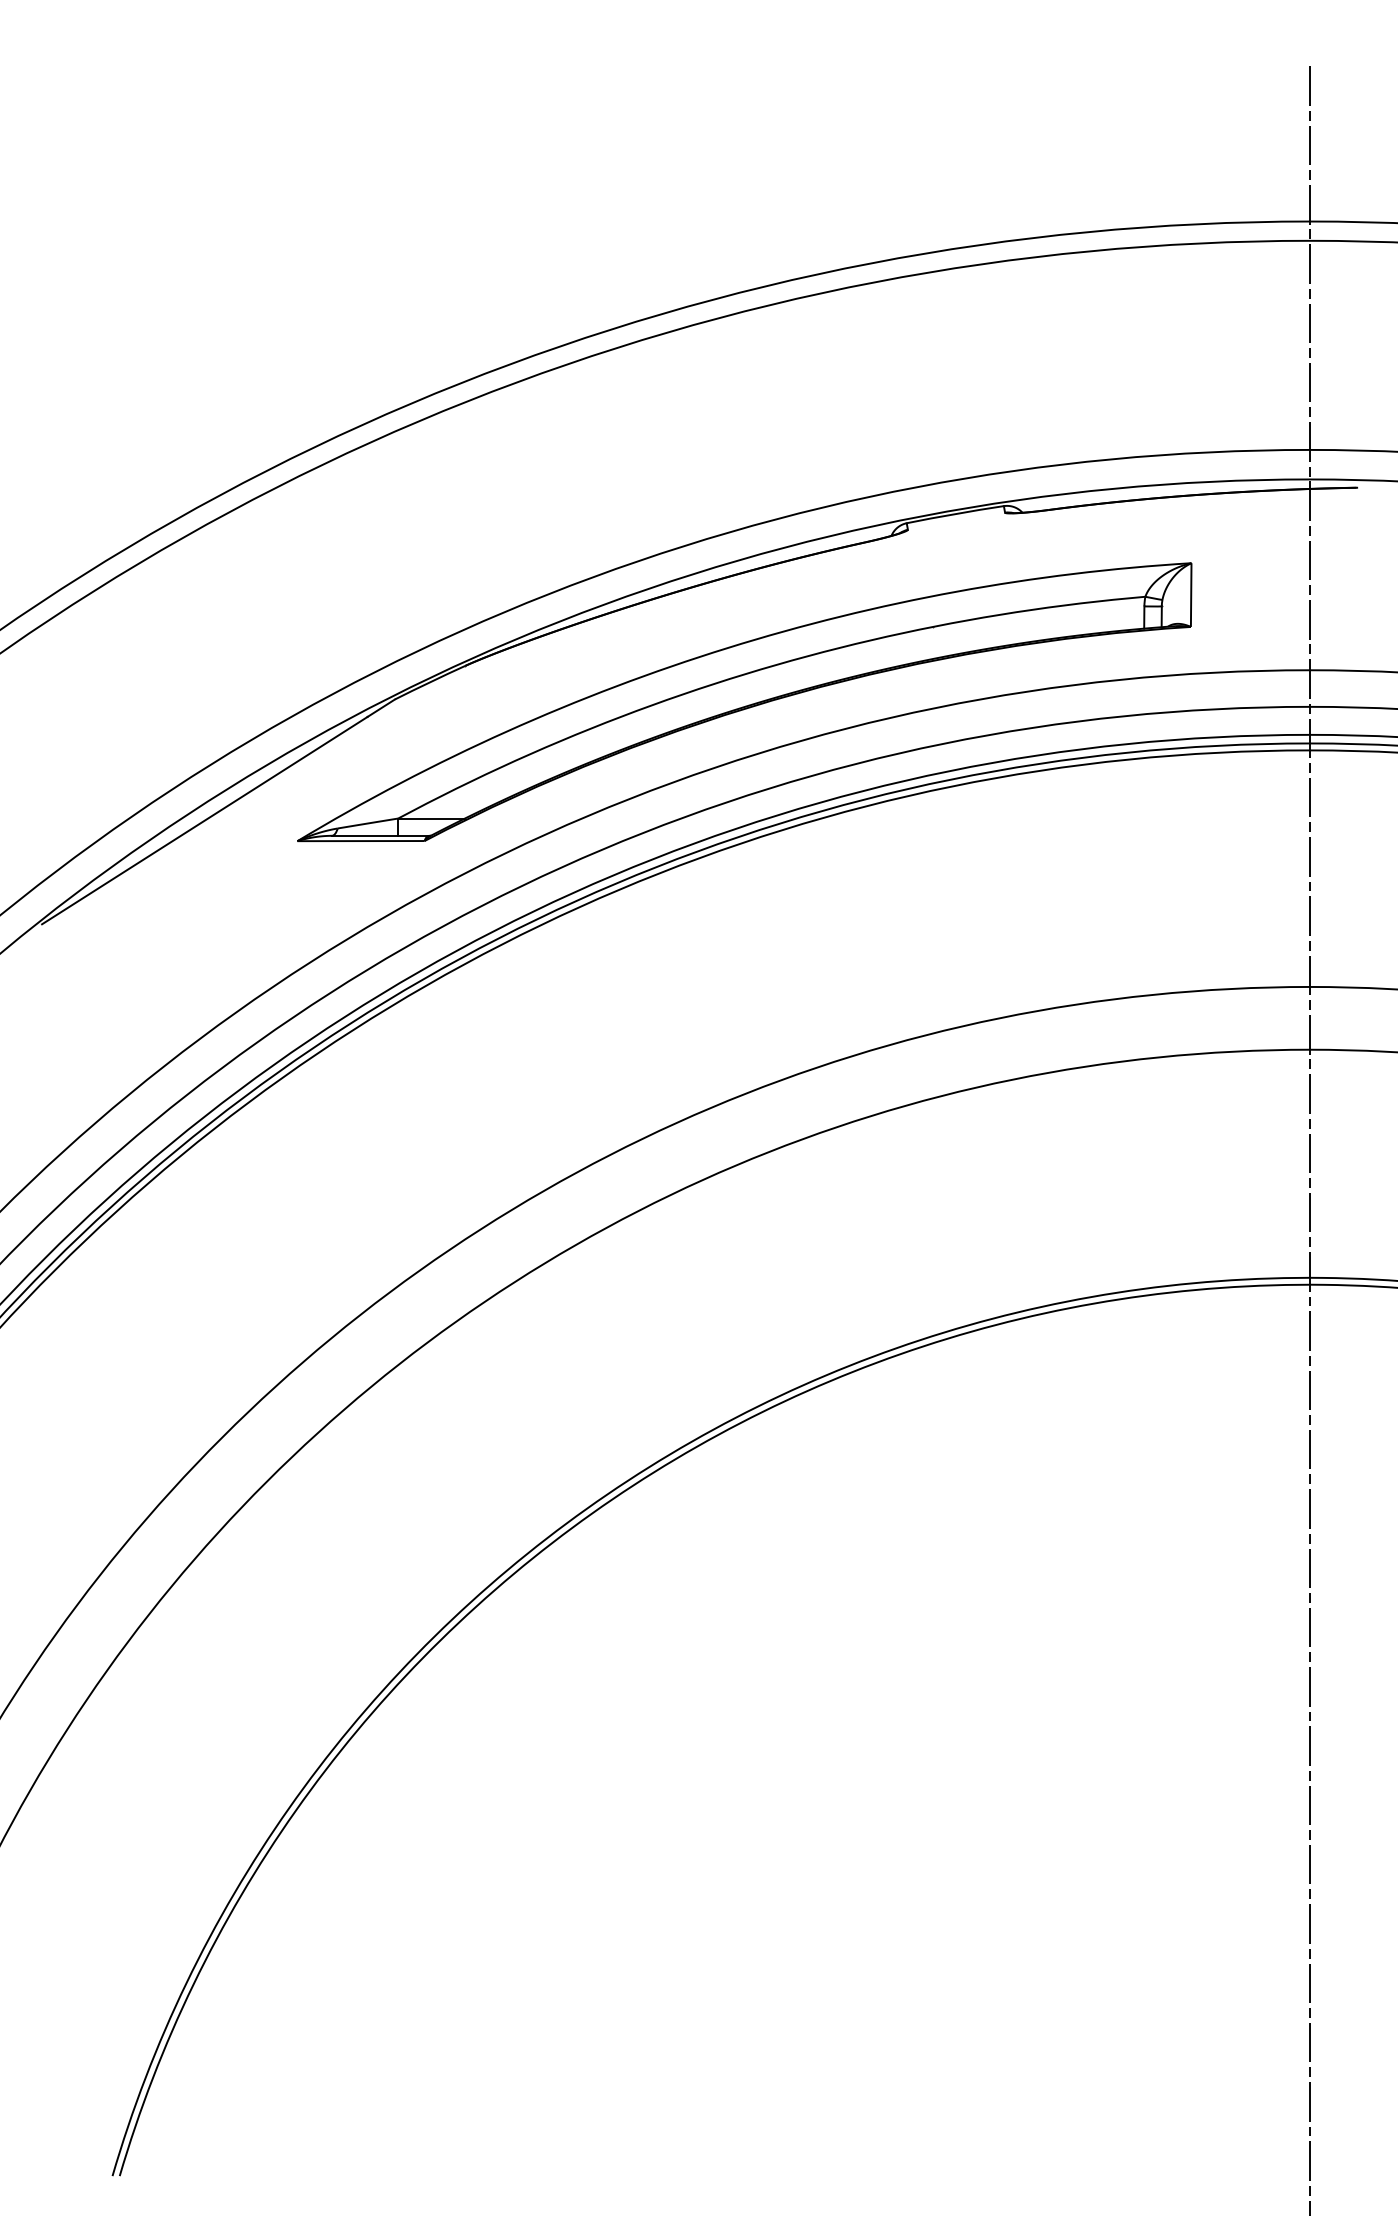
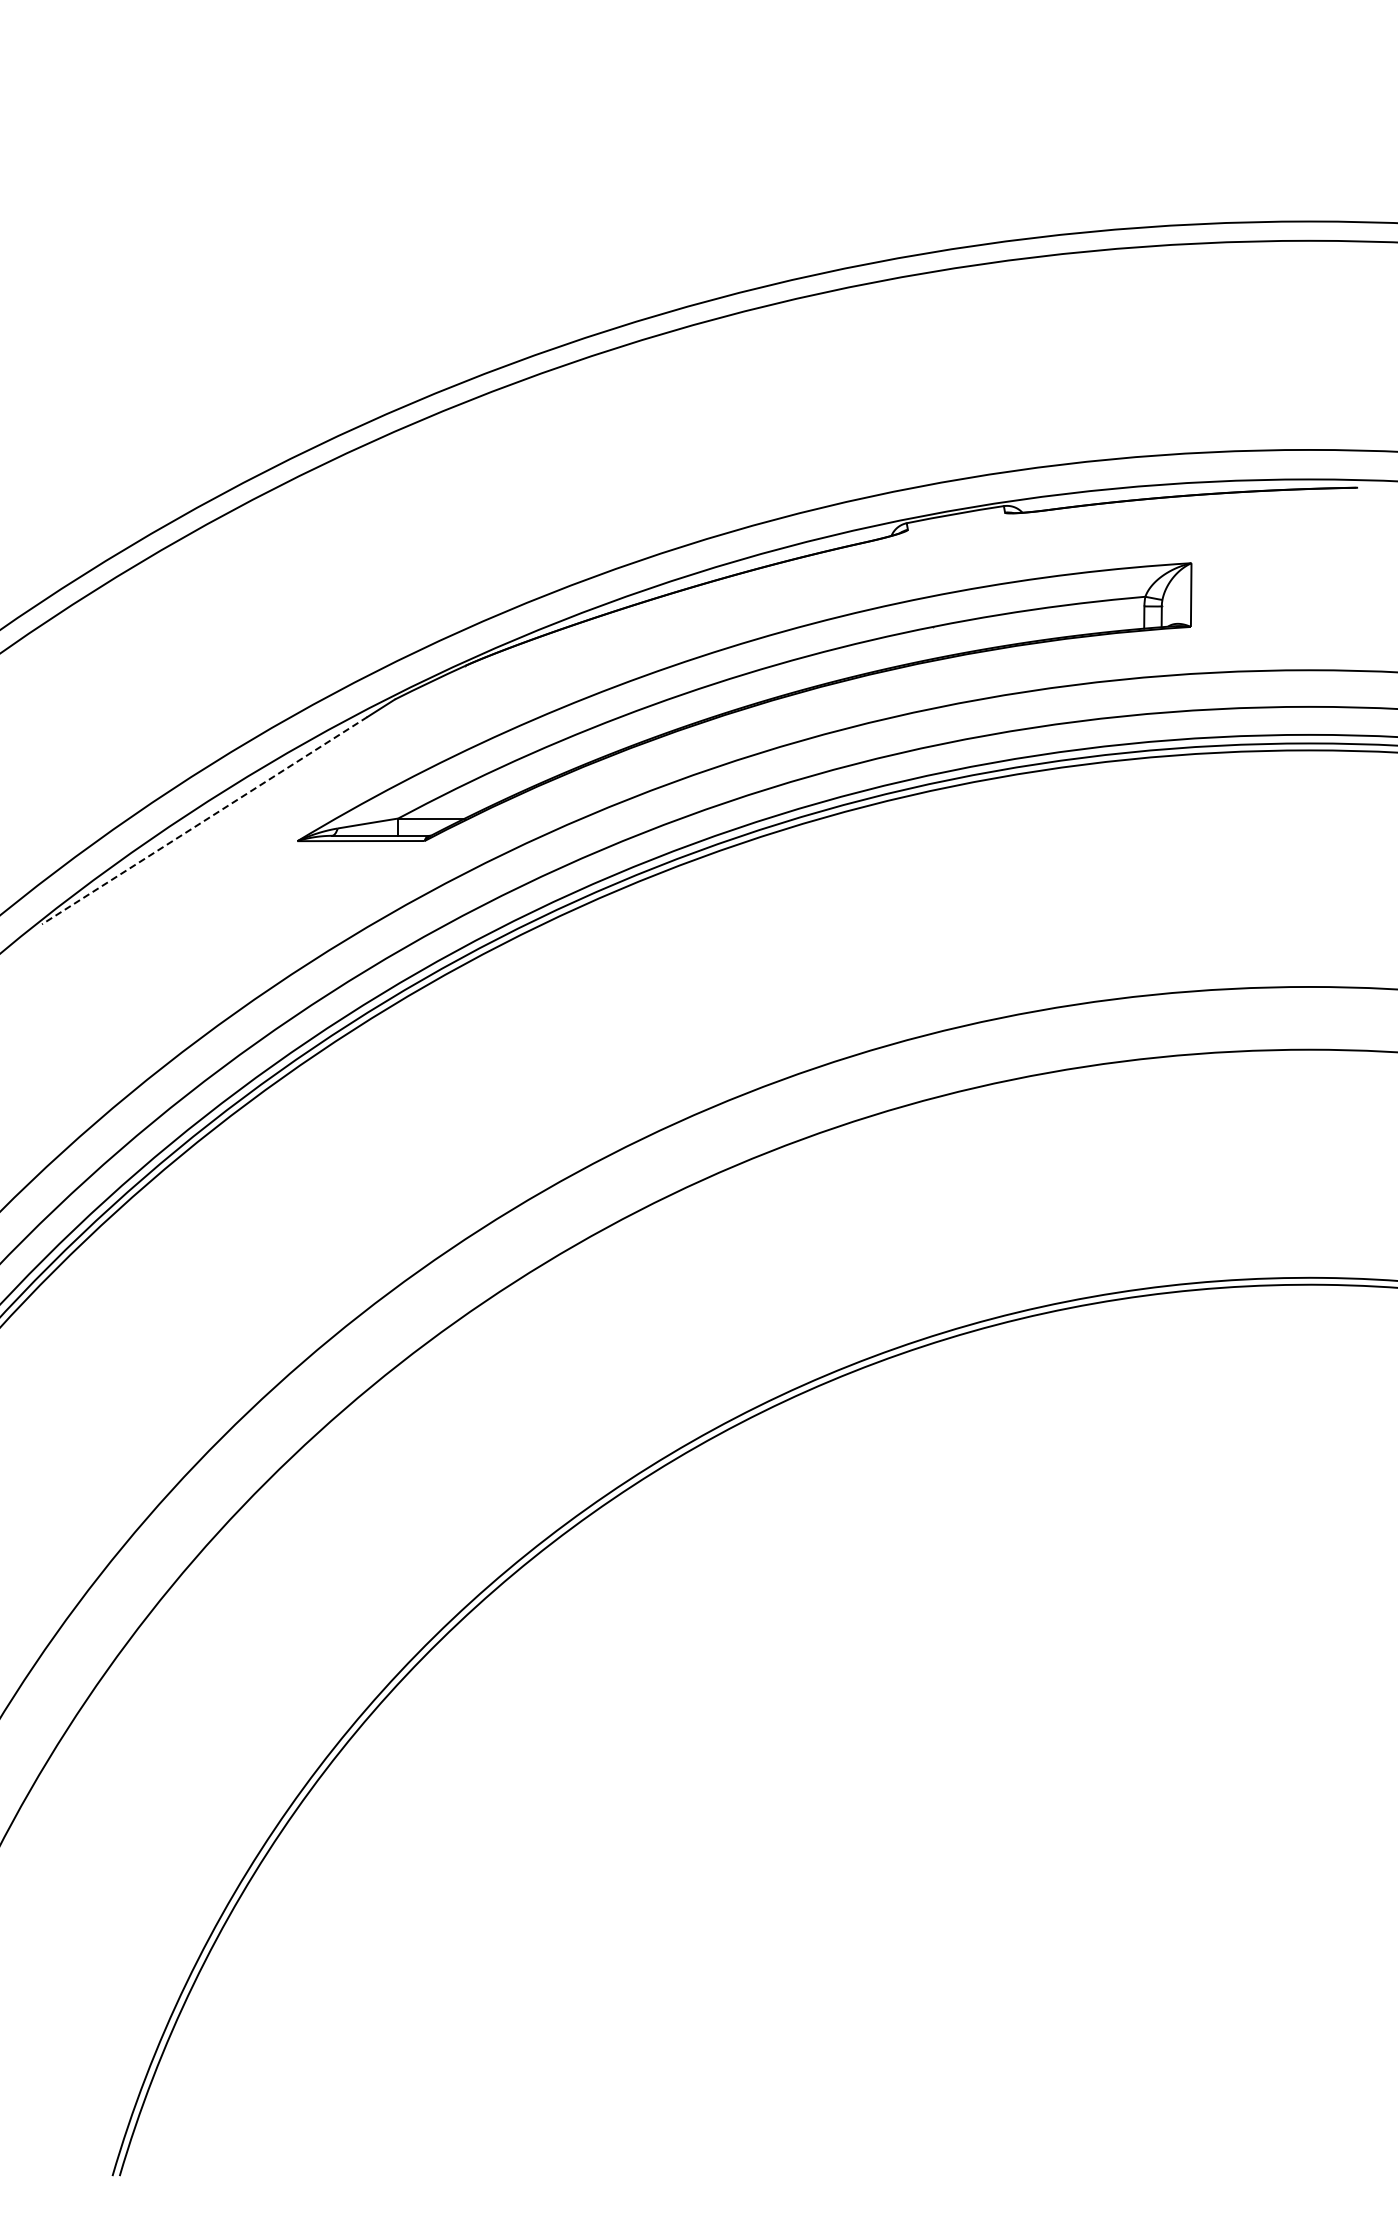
line at (204, 820): solid -> dashed
line at (1309, 1139): present -> none
